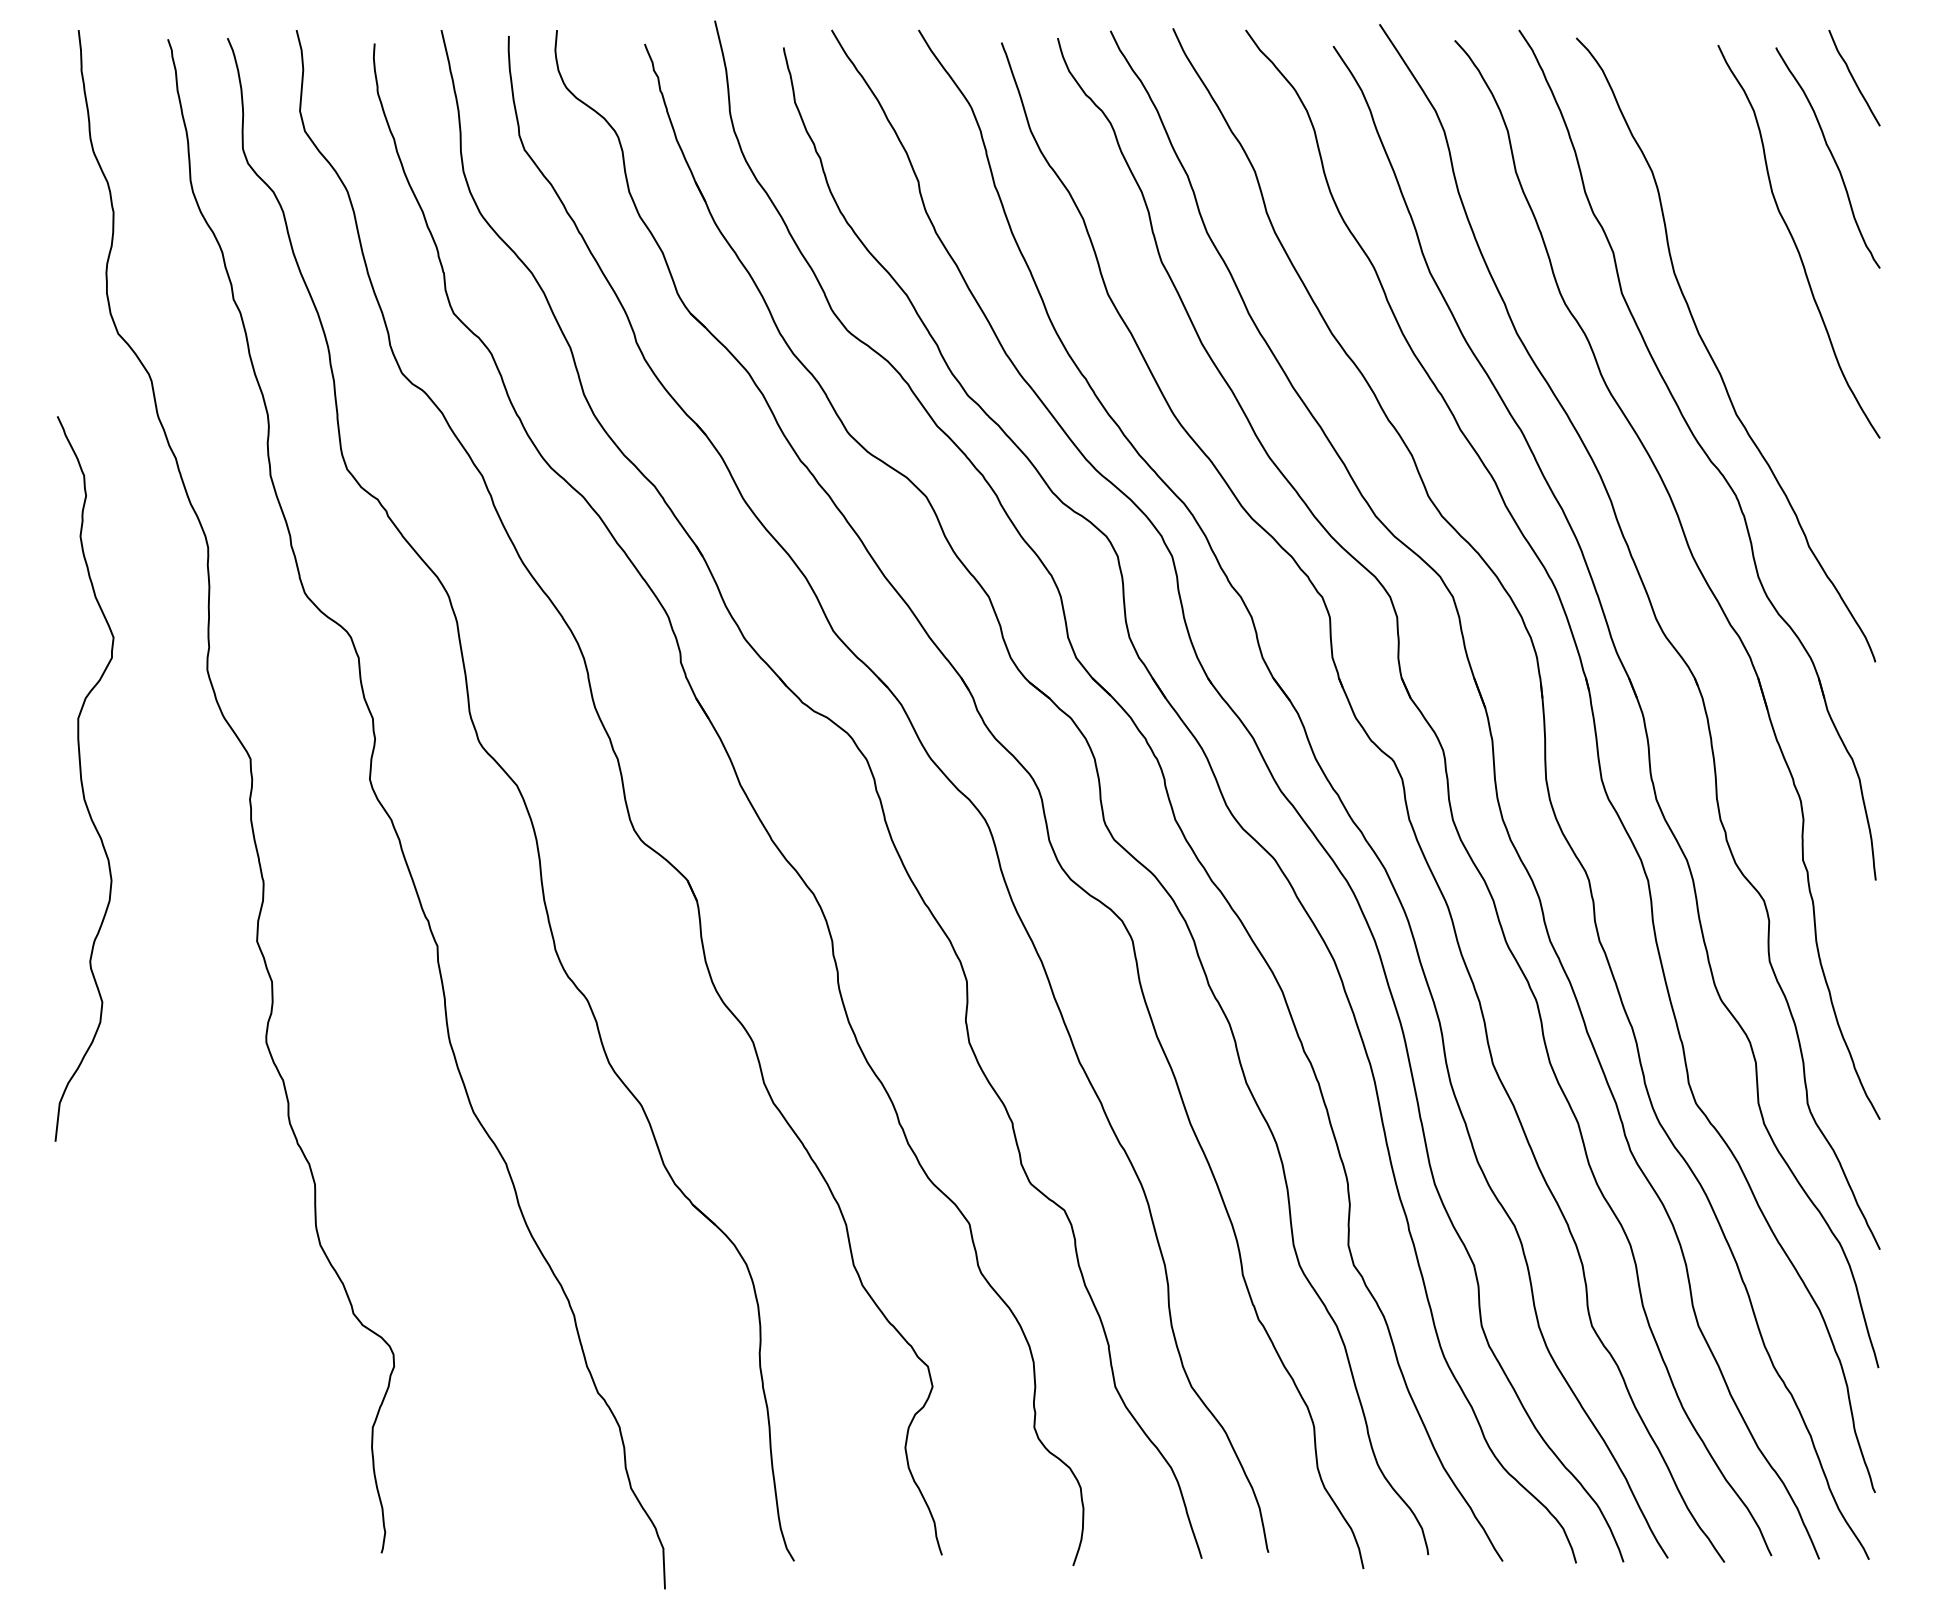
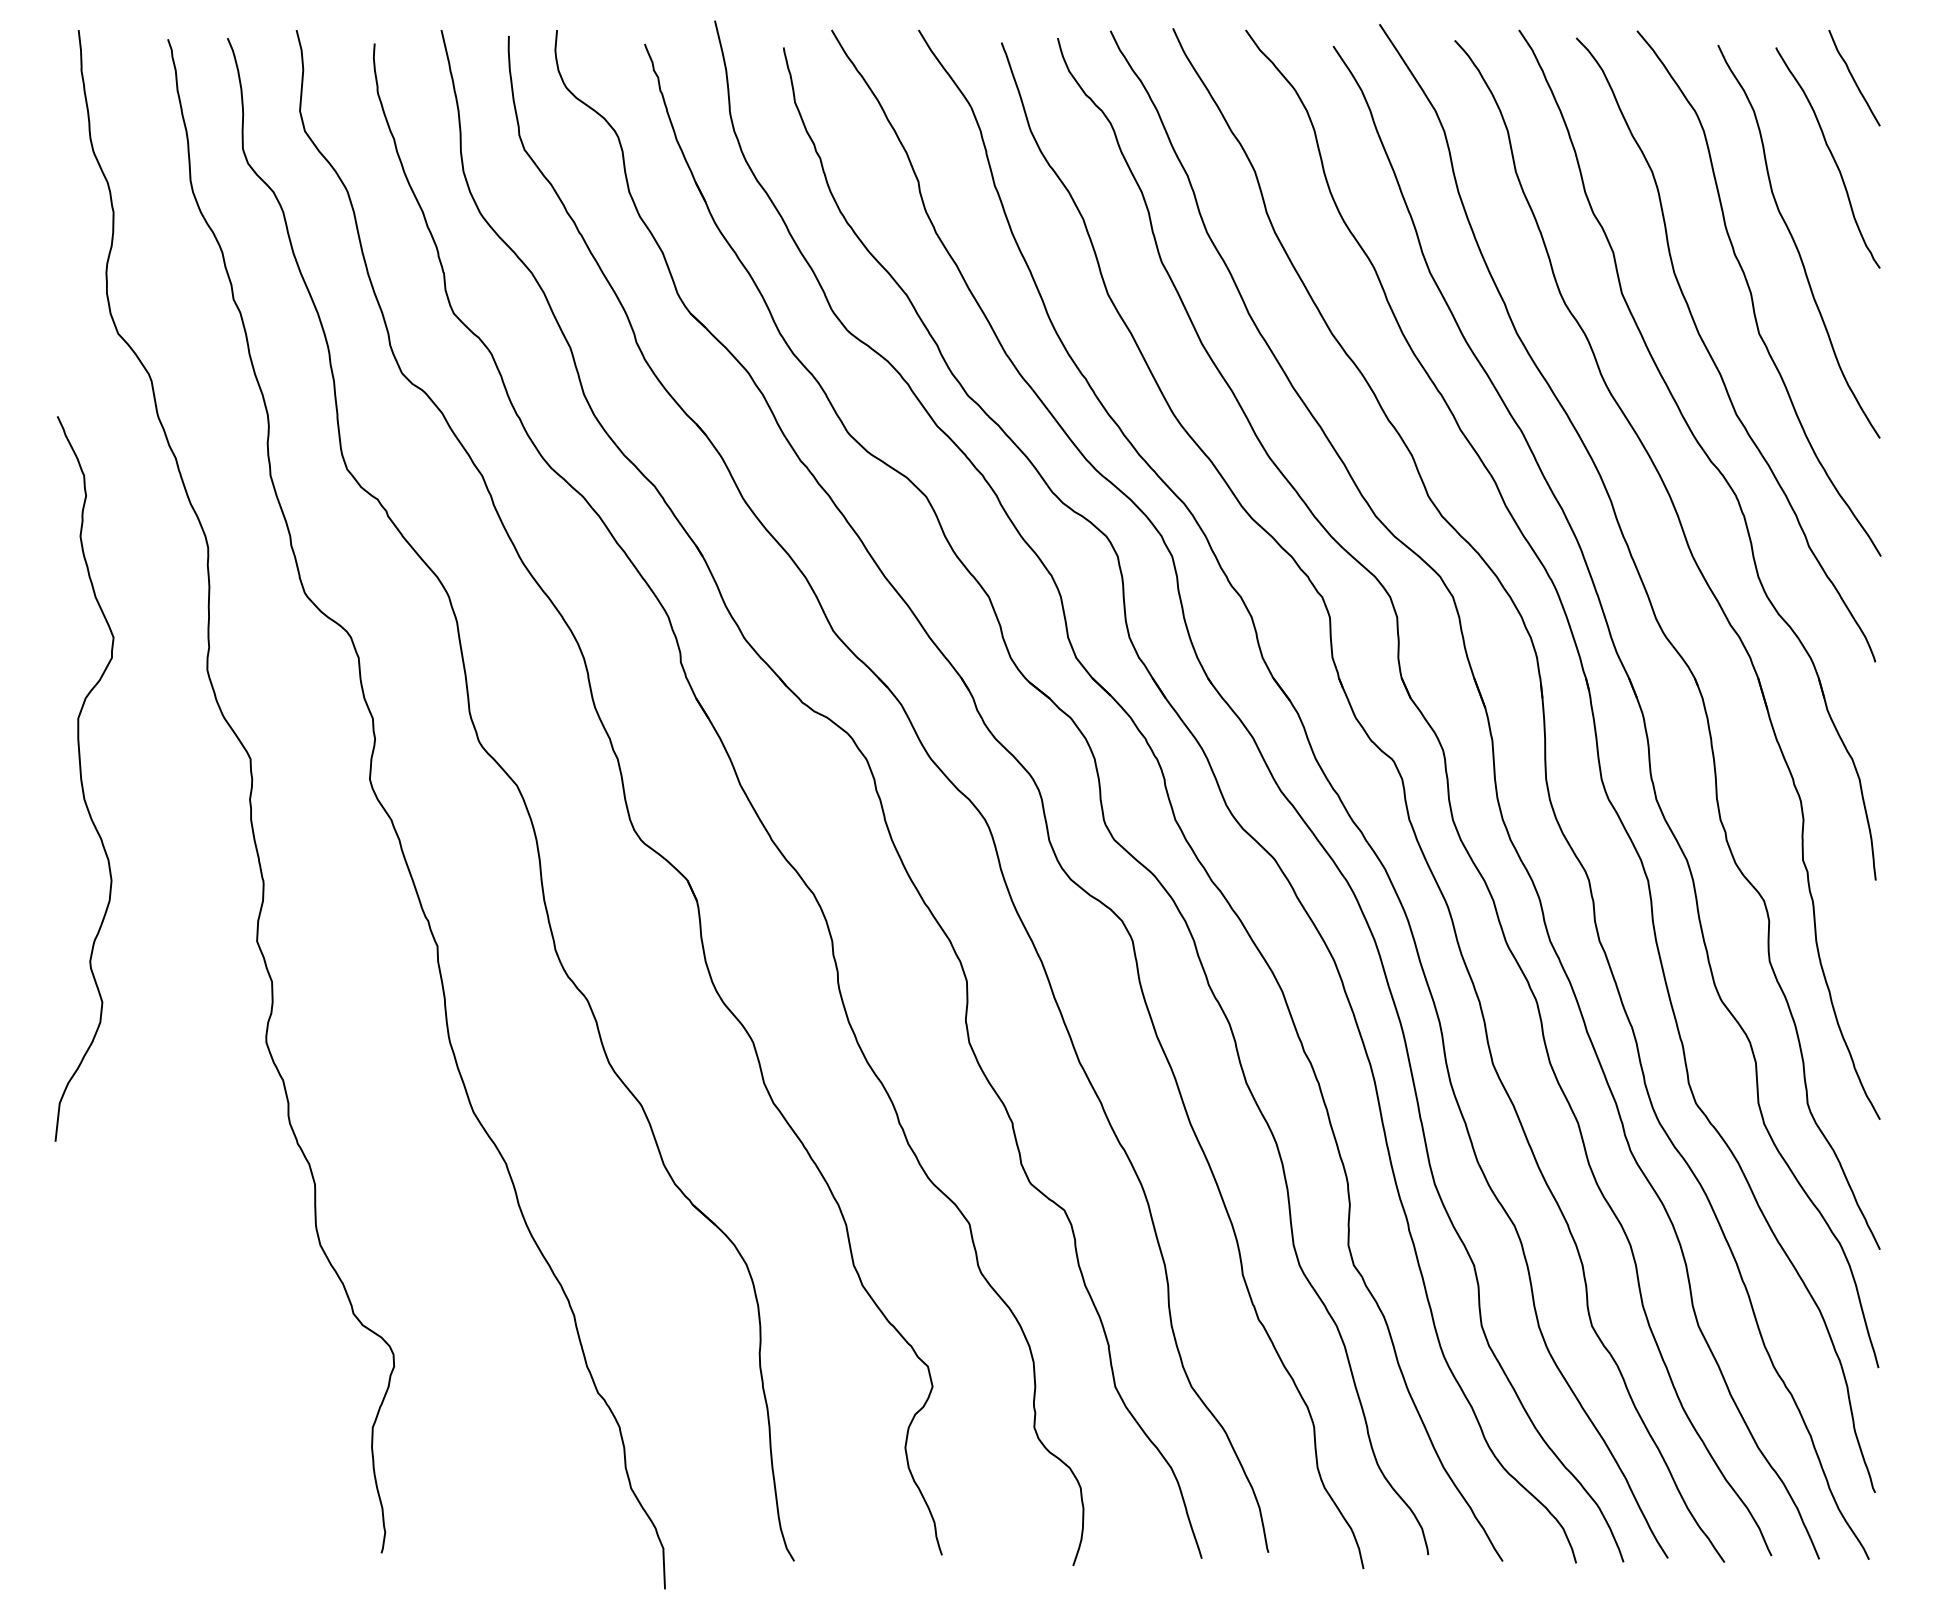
curve at (1752, 294): none -> present
